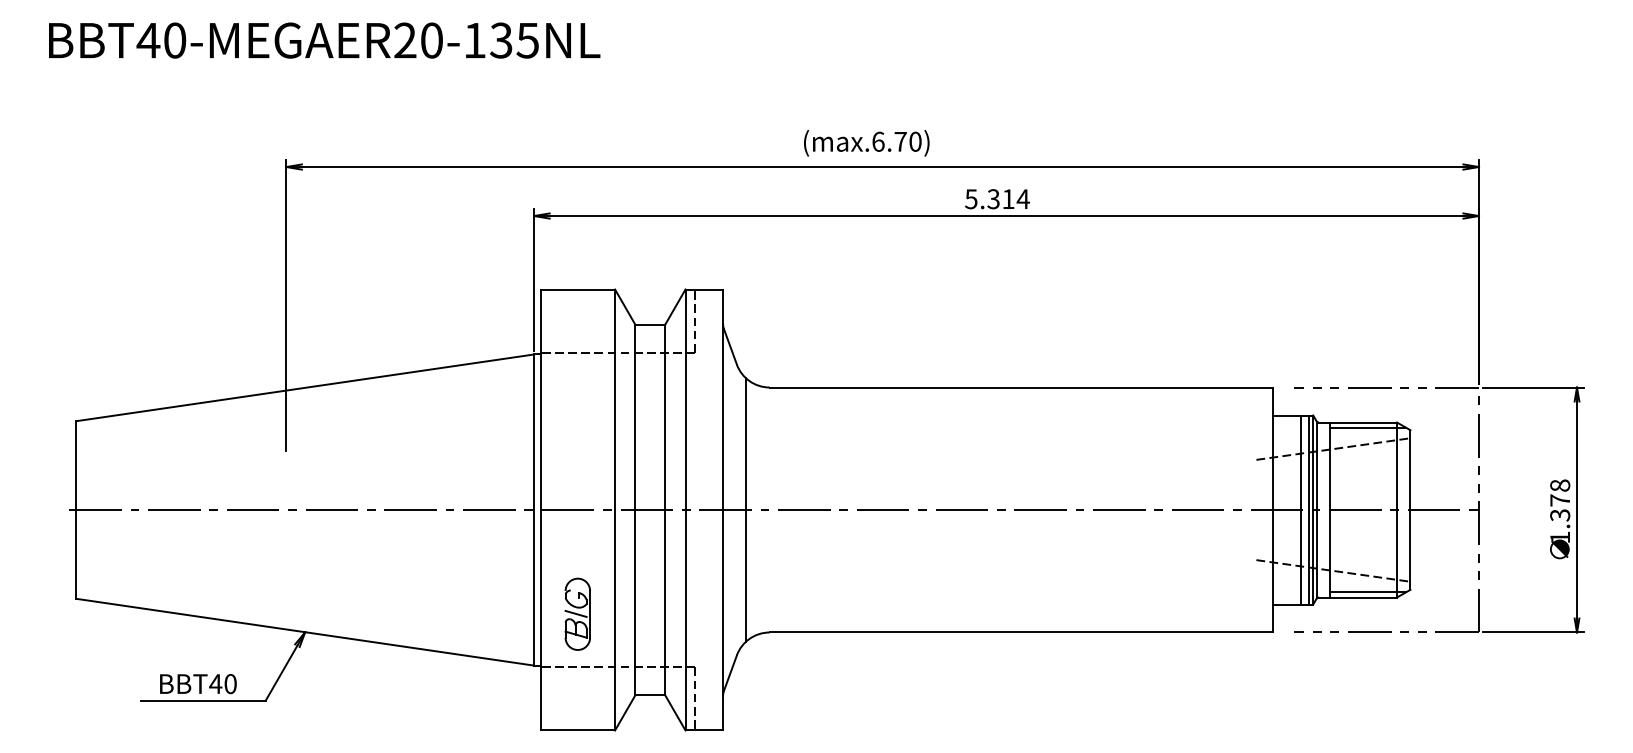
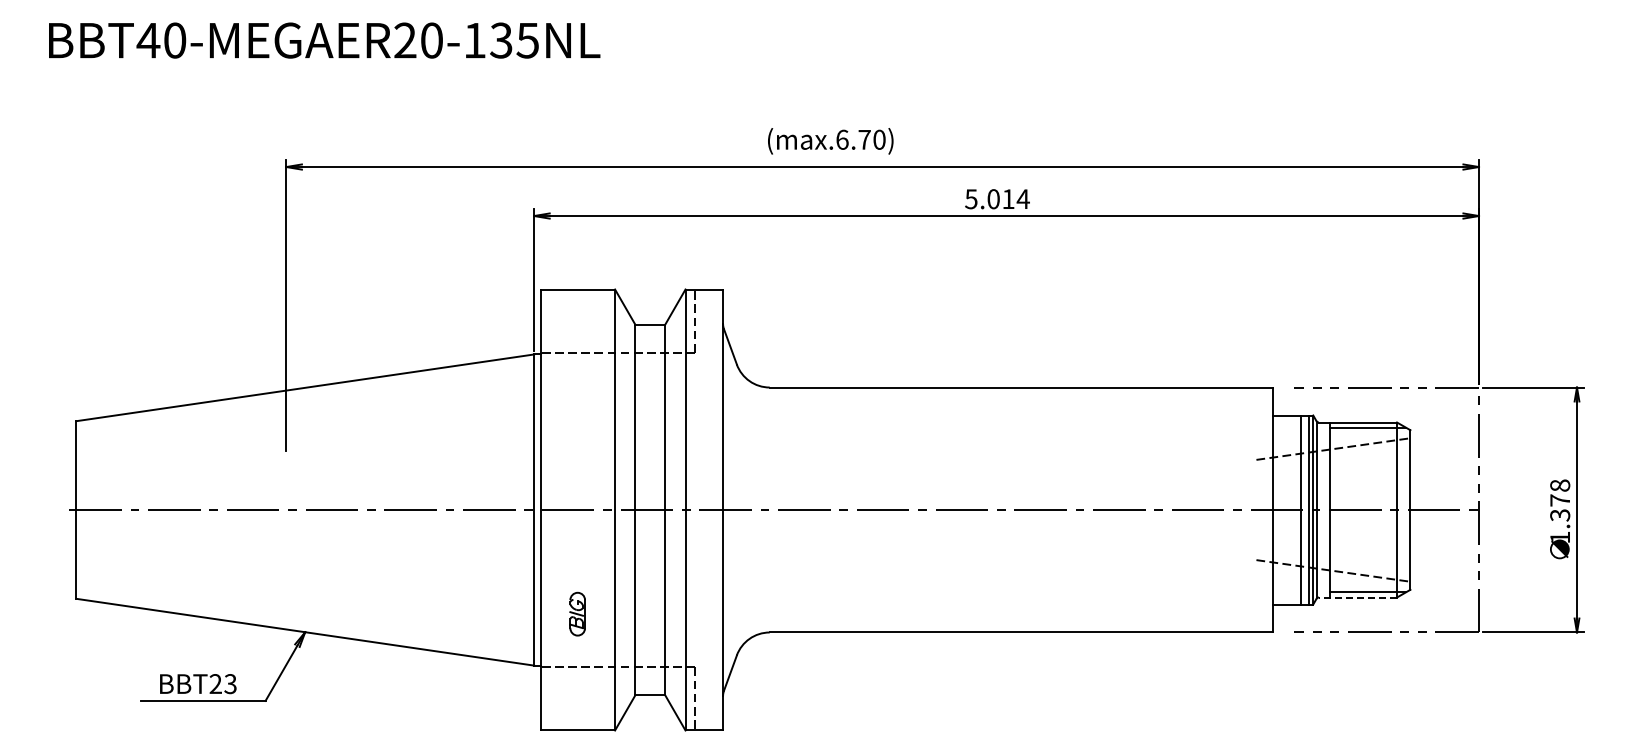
text at (866, 143) position: (866, 143) -> (830, 141)
text at (993, 199): 5.314 -> 5.014
line at (745, 509): present -> none
line at (1357, 597): solid -> dashed
part at (577, 613) size: 27x74 px -> 17x46 px
text at (222, 683): BBT40 -> BBT23
